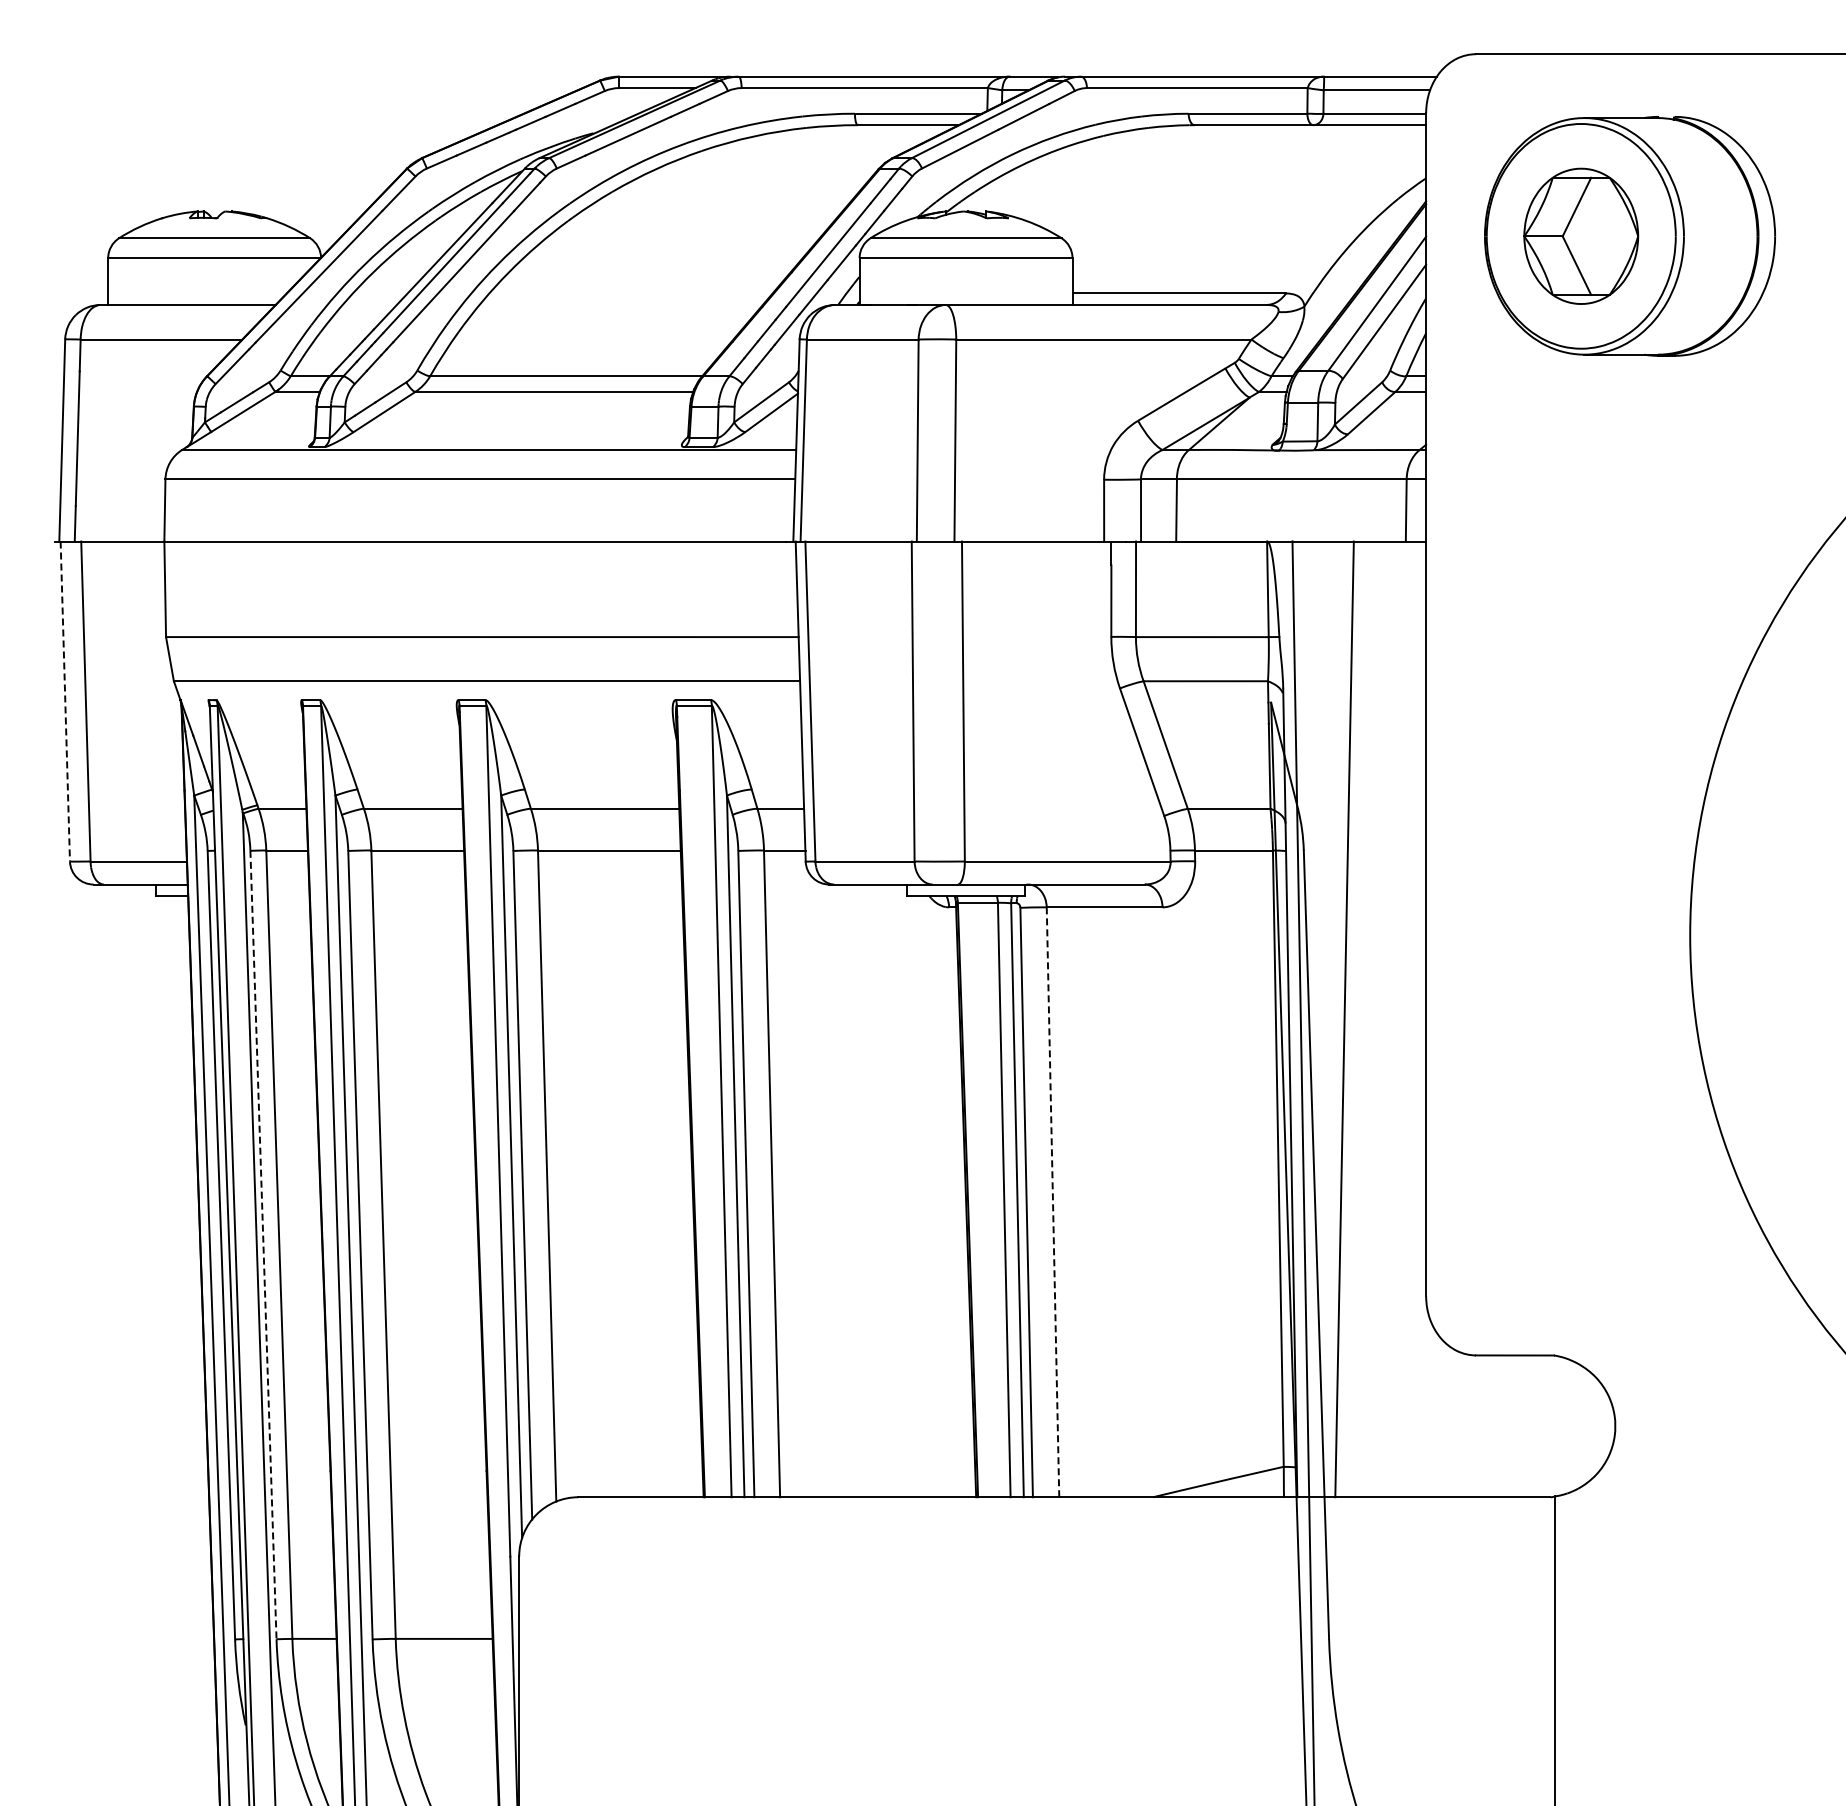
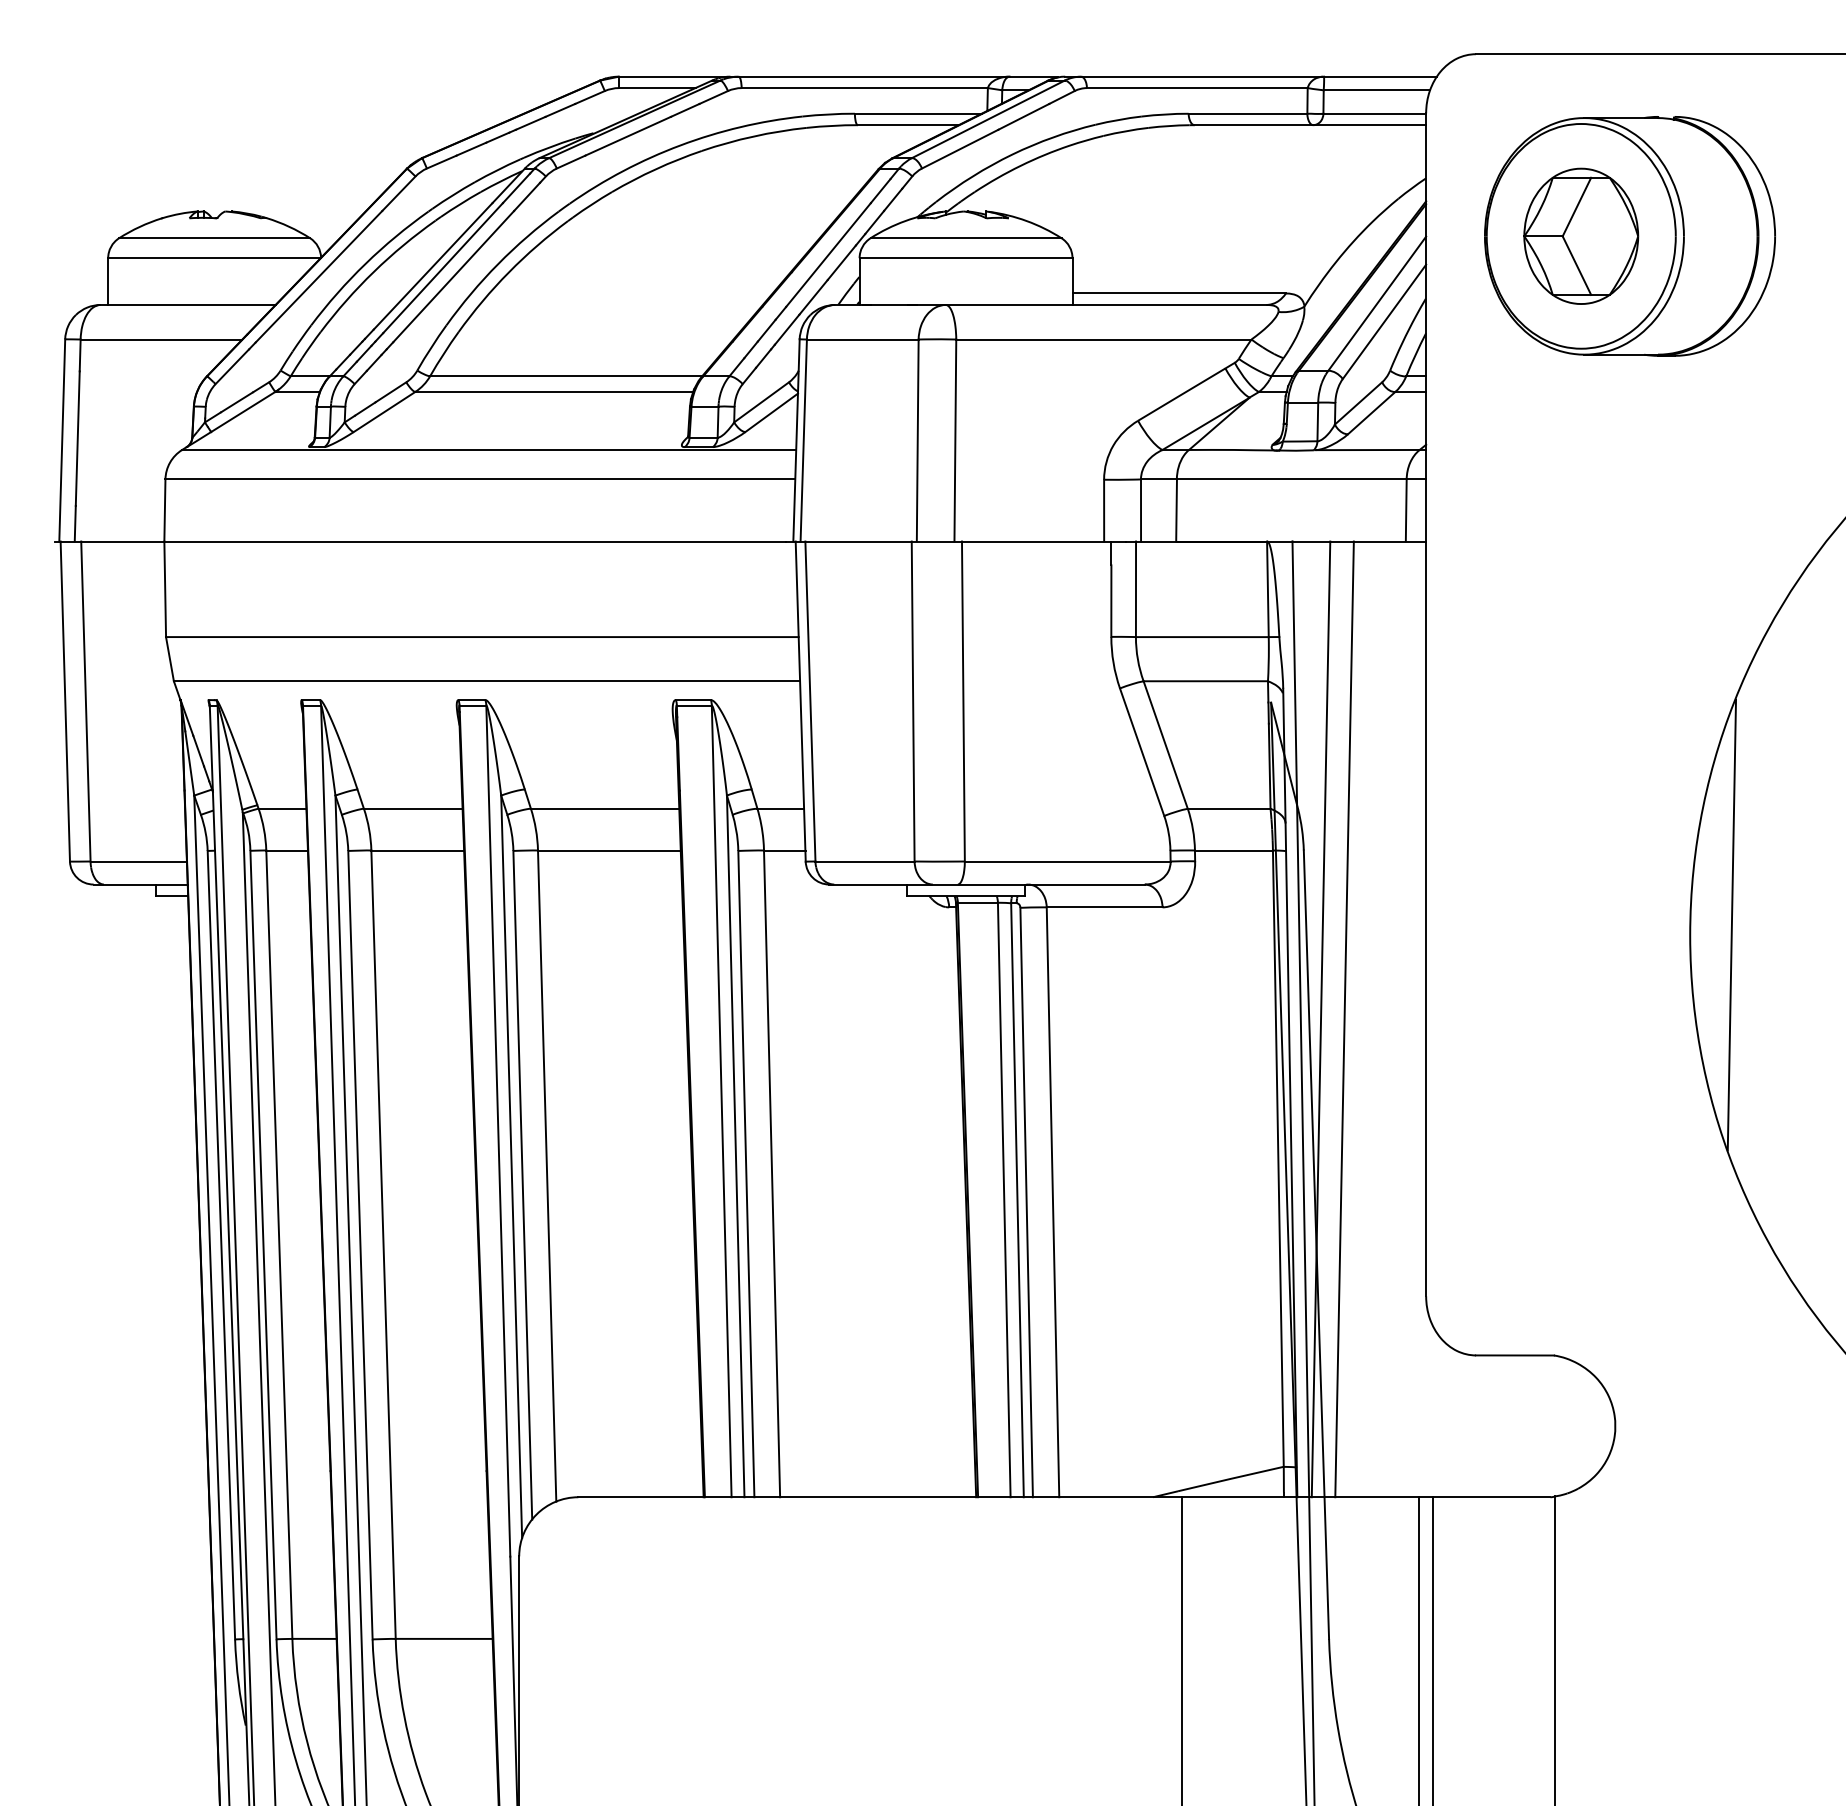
line at (65, 702): dashed -> solid
line at (1731, 924): none -> present
line at (1320, 1019): none -> present
line at (1053, 1201): dashed -> solid
line at (263, 1245): dashed -> solid
line at (1181, 1649): none -> present
line at (1419, 1649): none -> present
line at (1433, 1649): none -> present
